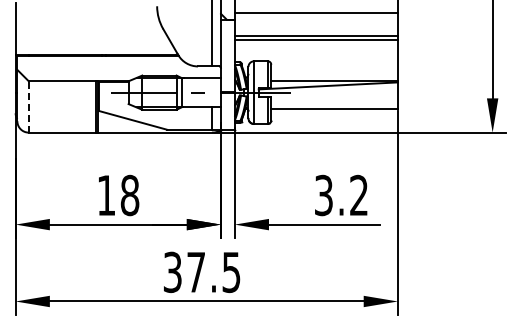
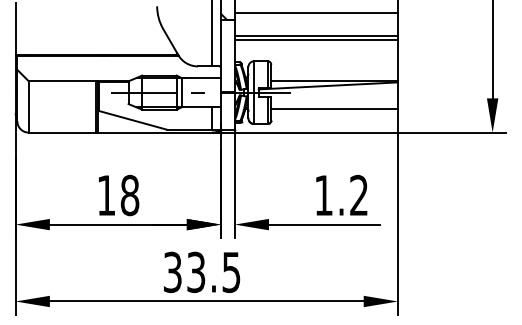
line at (28, 106): dashed -> solid
text at (323, 195): 3.2 -> 1.2
text at (196, 272): 37.5 -> 33.5
